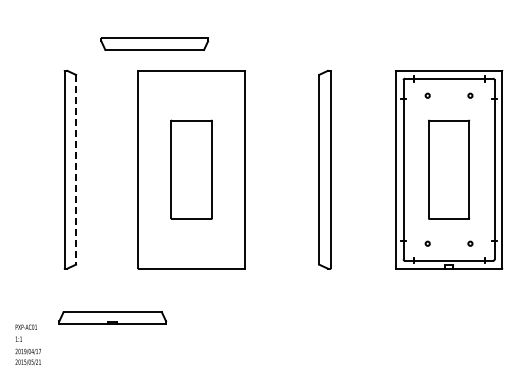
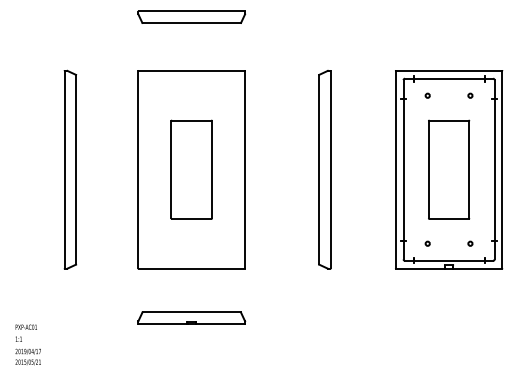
part at (154, 43) position: (154, 43) -> (191, 16)
line at (76, 169): dashed -> solid
part at (112, 317) position: (112, 317) -> (191, 317)
